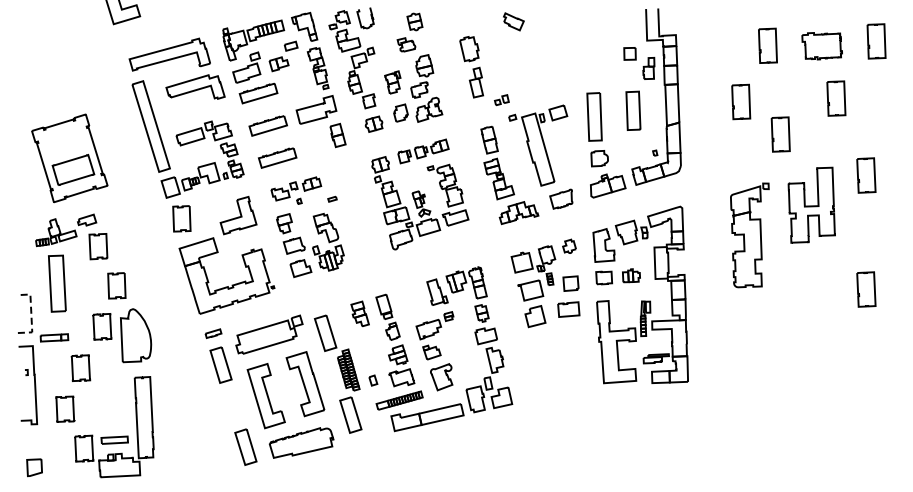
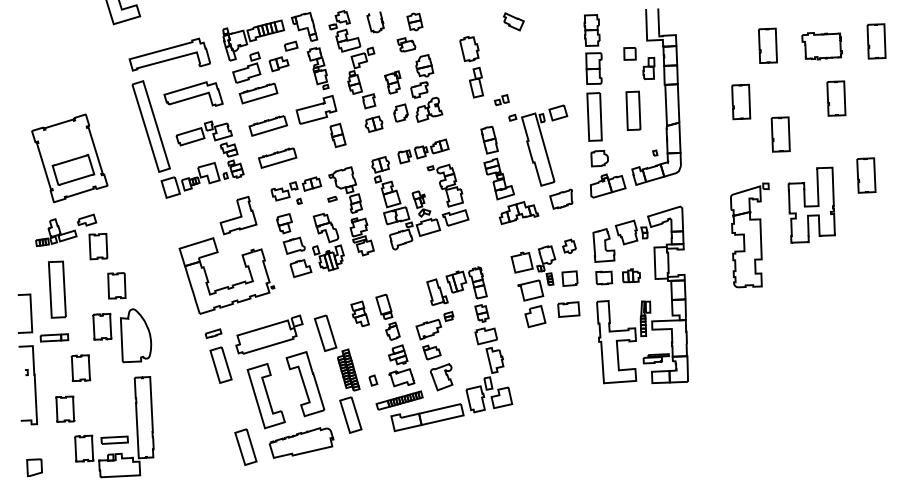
curve at (360, 19) position: (360, 19) -> (370, 23)
part at (592, 49): none -> present
part at (195, 86) position: (195, 86) -> (193, 93)
part at (351, 211): none -> present
part at (181, 218): present -> none
part at (57, 283) position: (57, 283) -> (57, 289)
part at (570, 283) position: (570, 283) -> (569, 278)
part at (866, 289): present -> none
line at (31, 314): dashed -> solid
